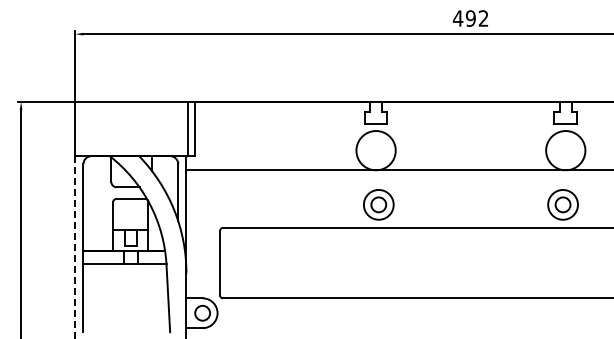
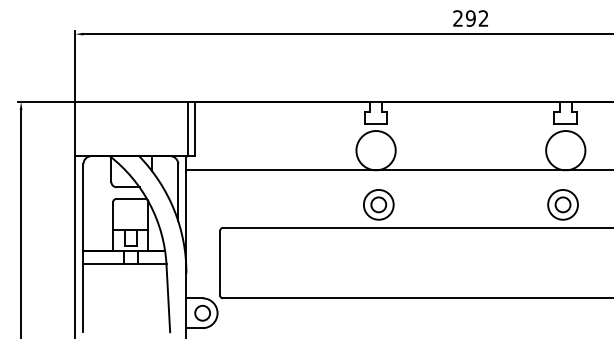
text at (457, 18): 492 -> 292
line at (75, 247): dashed -> solid
